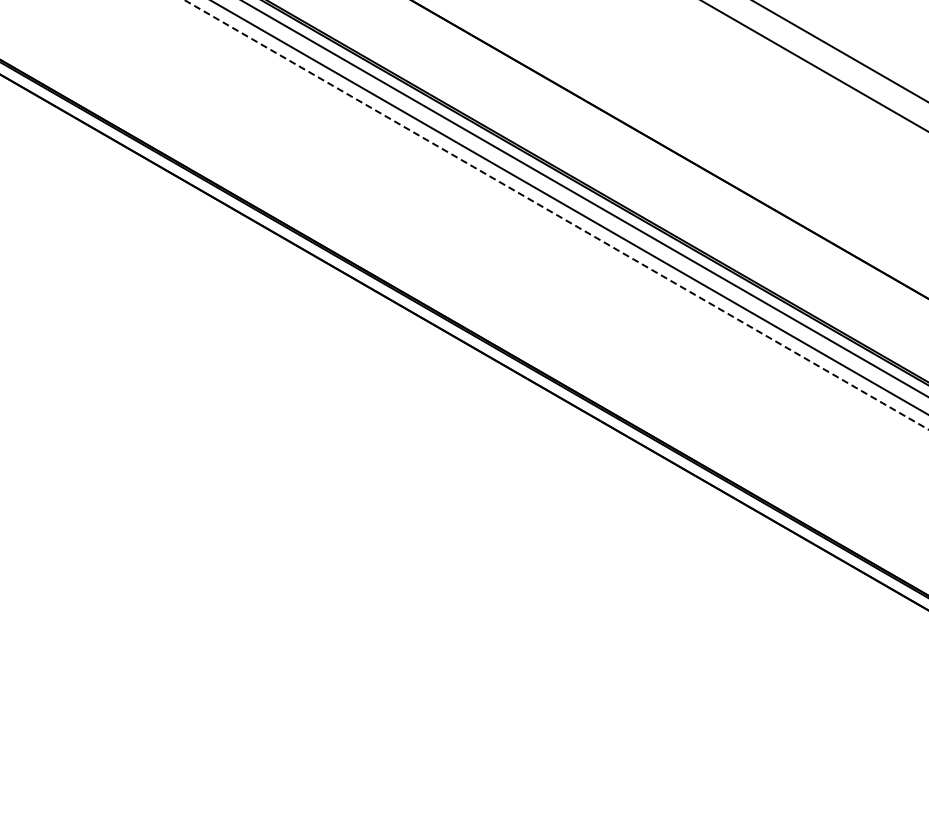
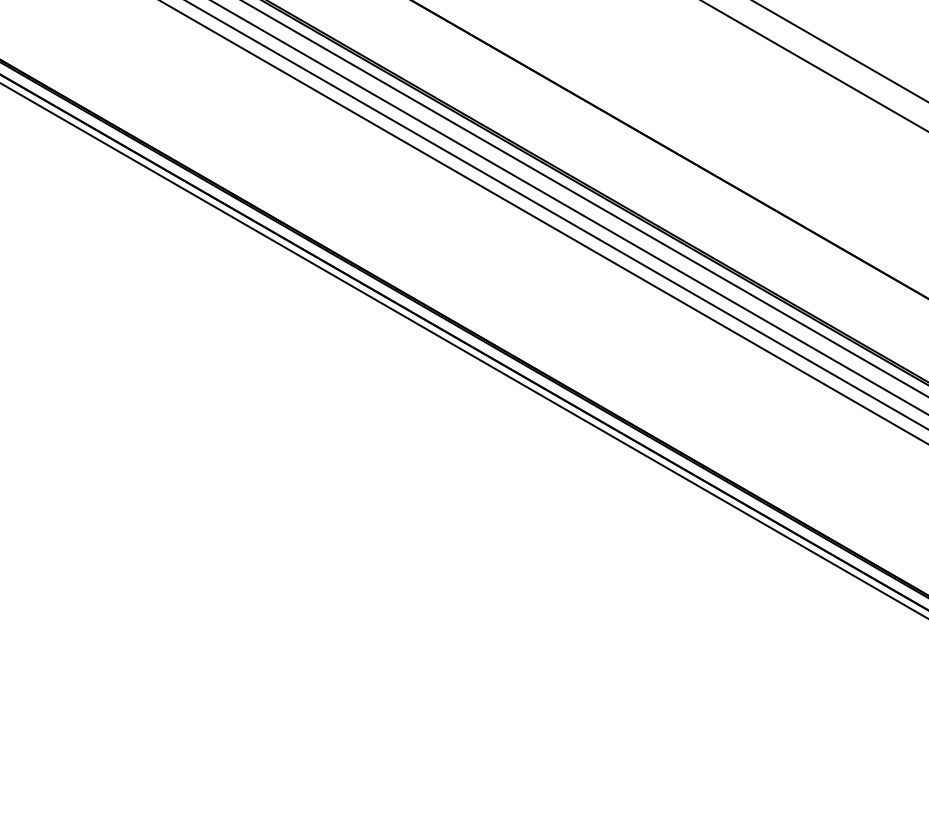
line at (557, 215): dashed -> solid
line at (543, 222): none -> present
line at (463, 350): none -> present
